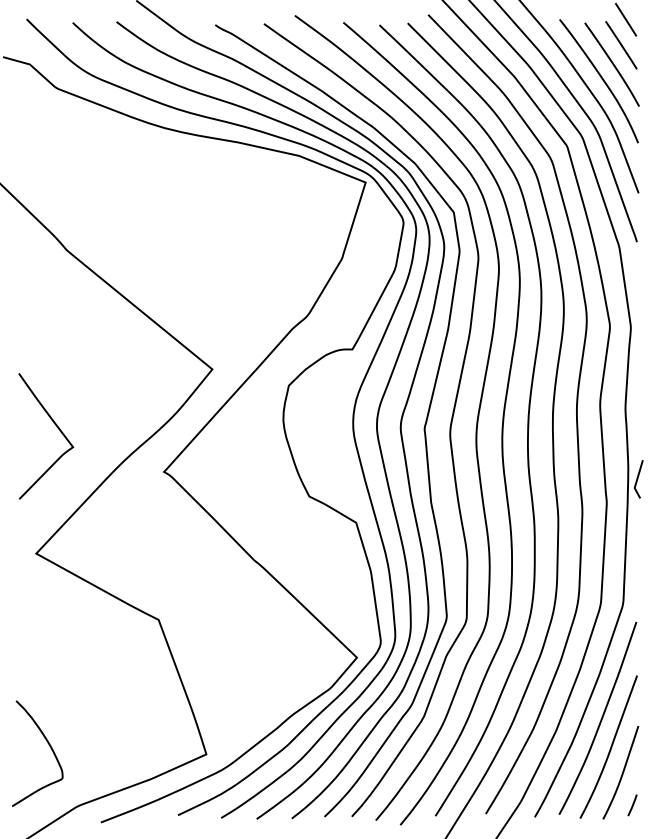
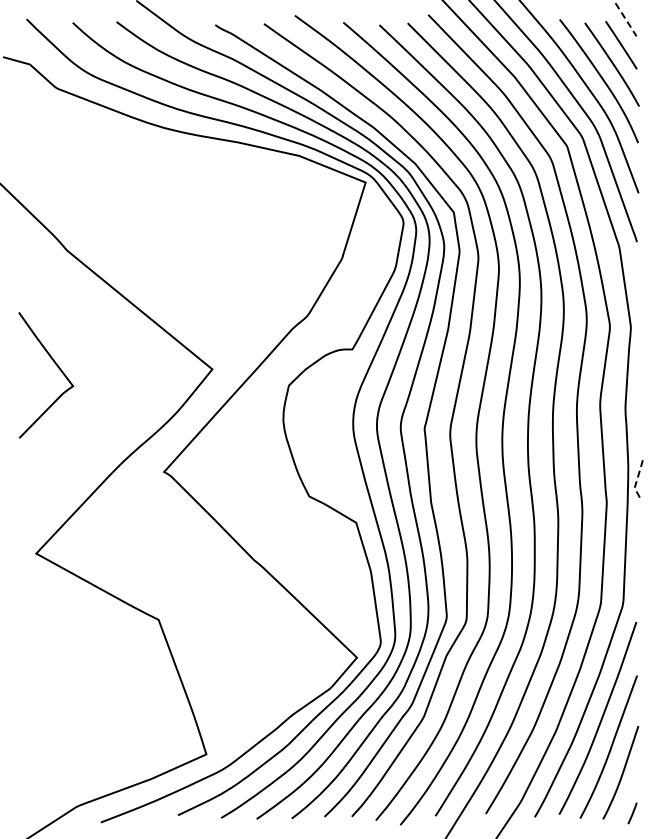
line at (626, 20): solid -> dashed
curve at (57, 428) position: (57, 428) -> (57, 367)
line at (636, 480): solid -> dashed
curve at (49, 746): present -> none
line at (632, 805) position: (632, 805) -> (632, 813)
